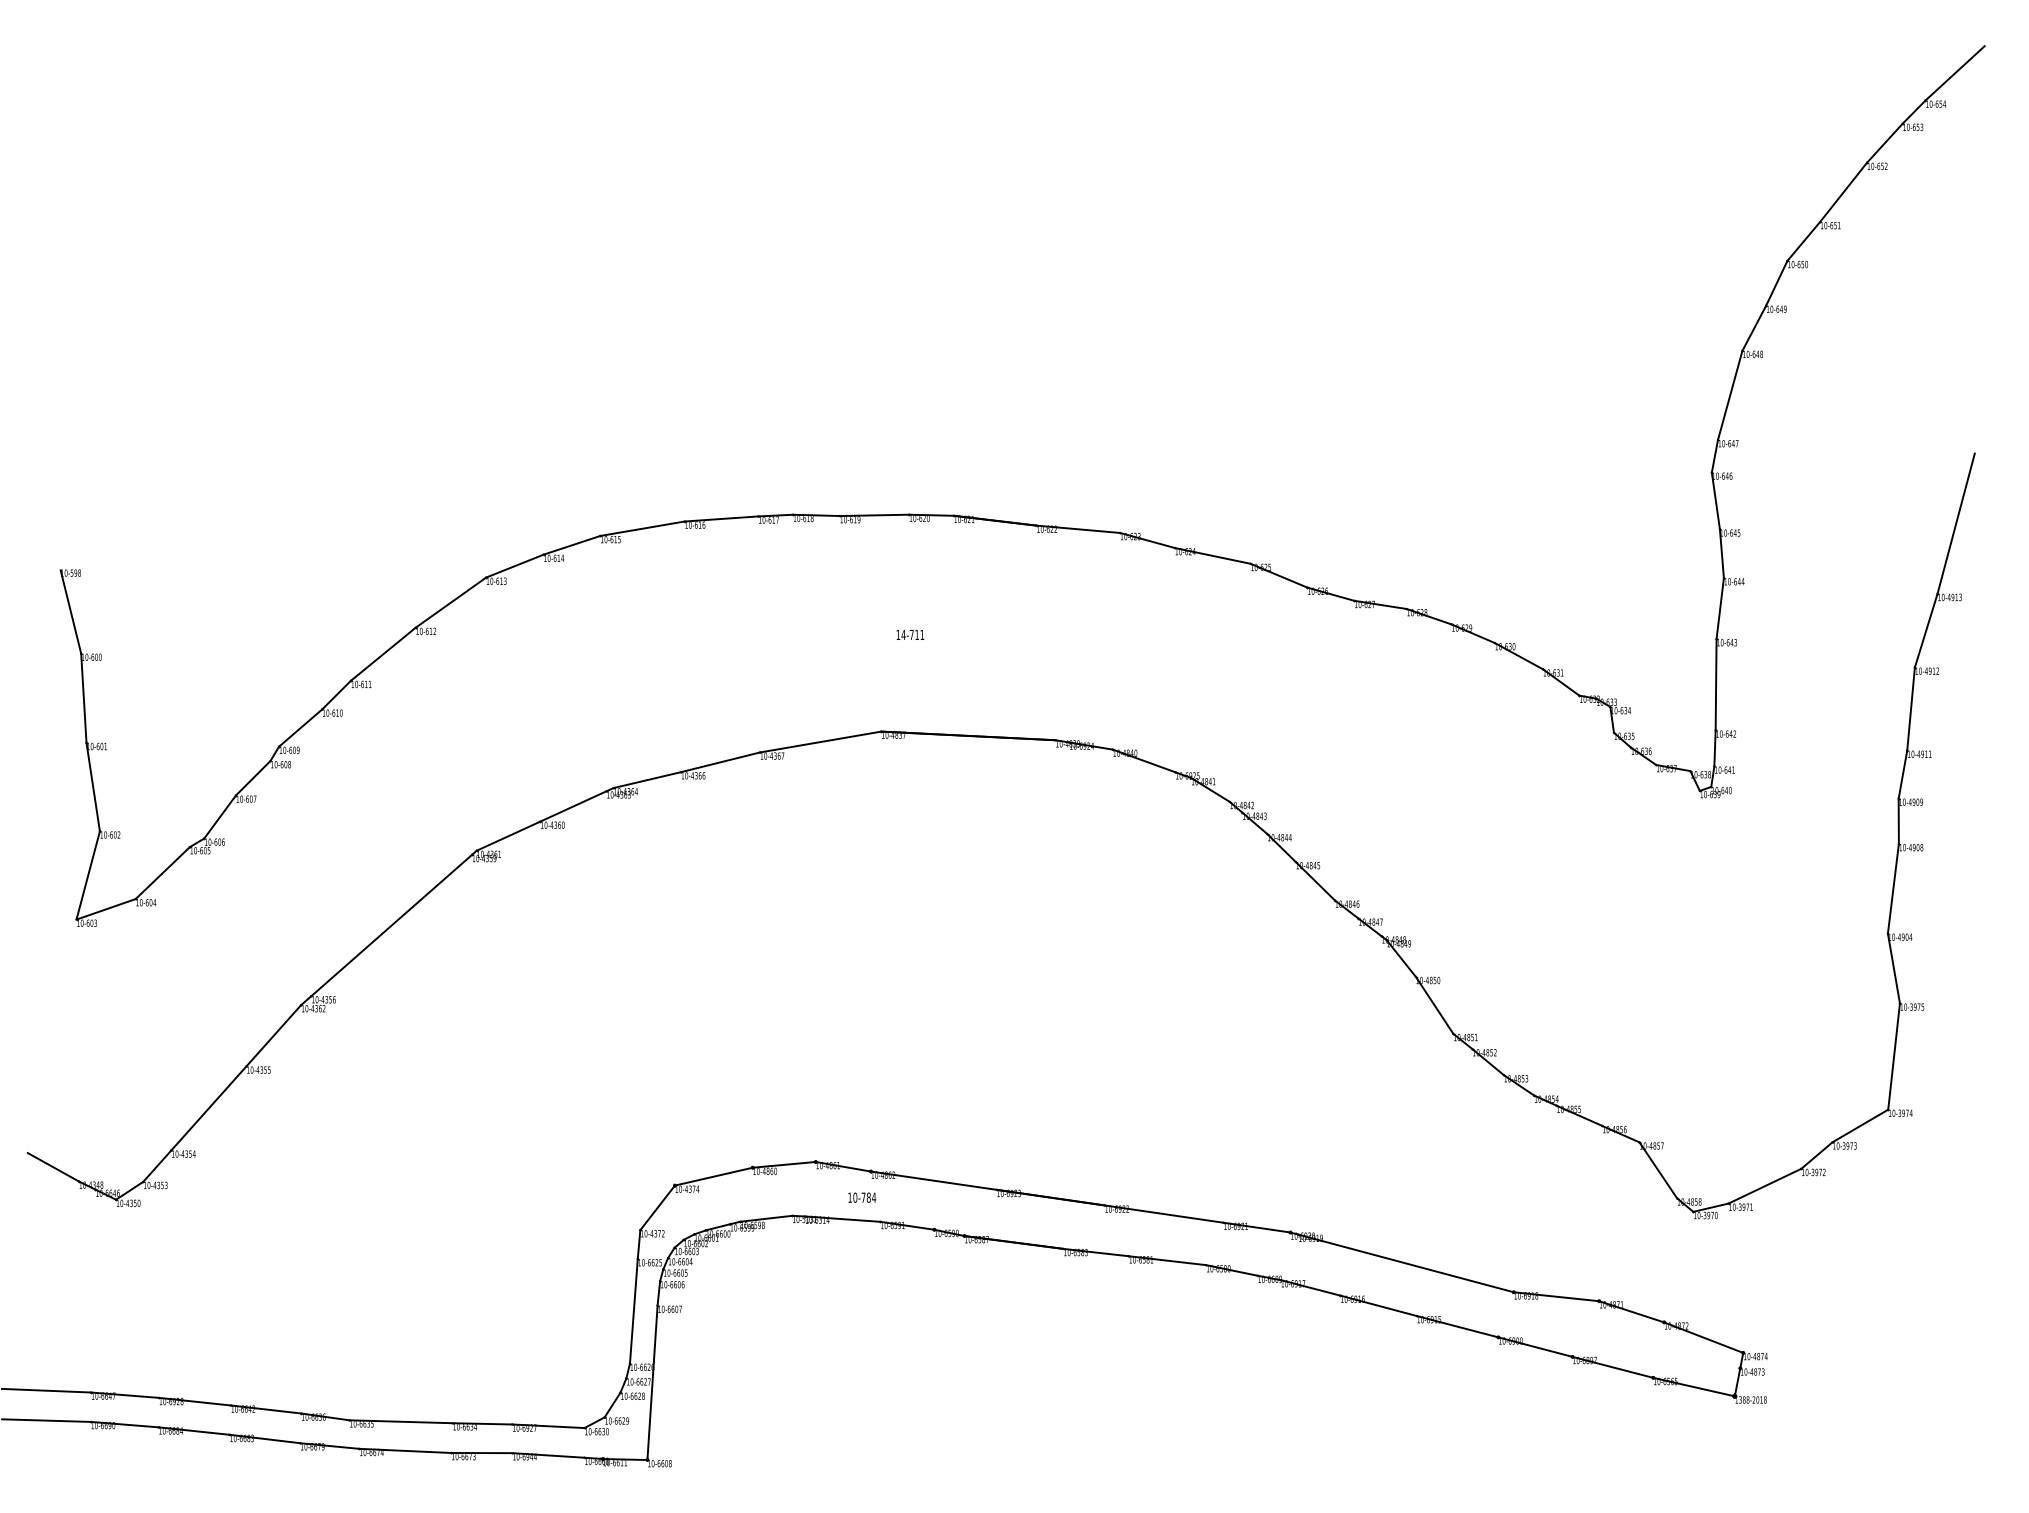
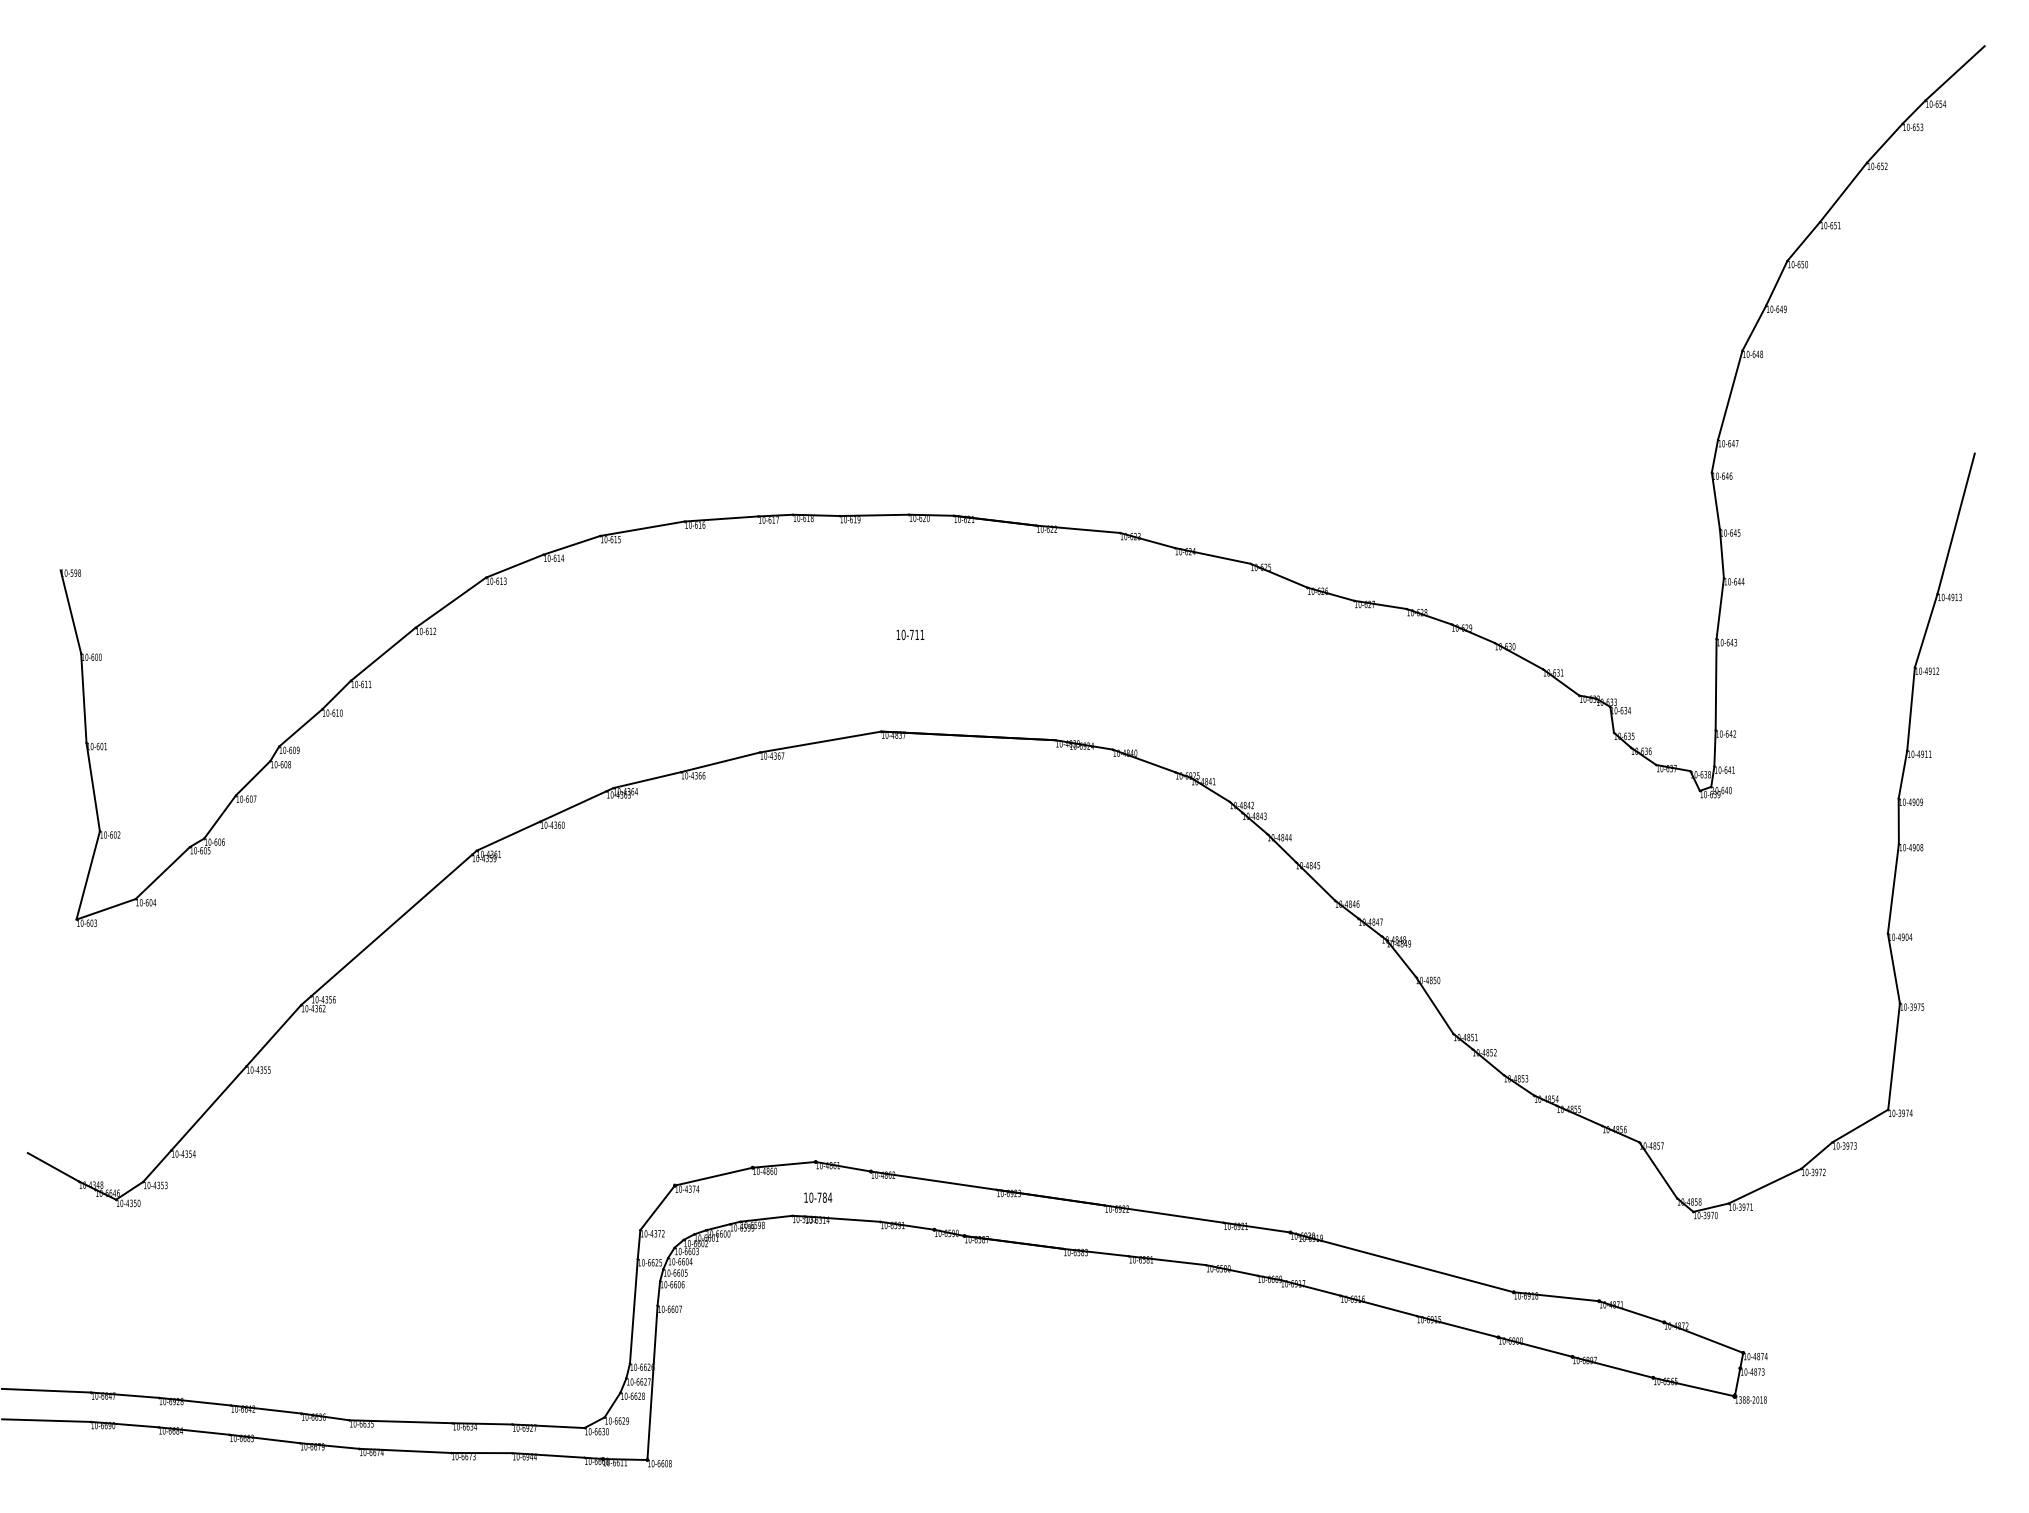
text at (903, 634): 14-711 -> 10-711
text at (862, 1197) position: (862, 1197) -> (818, 1197)
